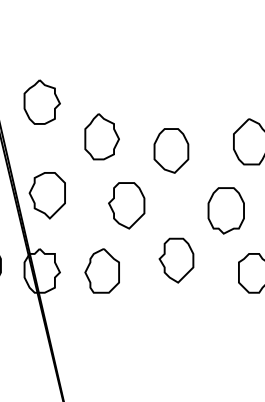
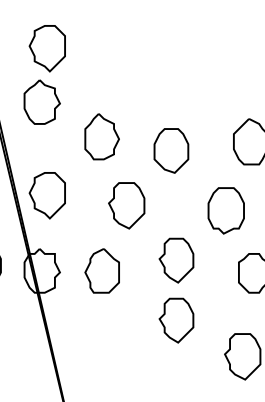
part at (46, 48): none -> present
part at (176, 320): none -> present
part at (242, 356): none -> present
